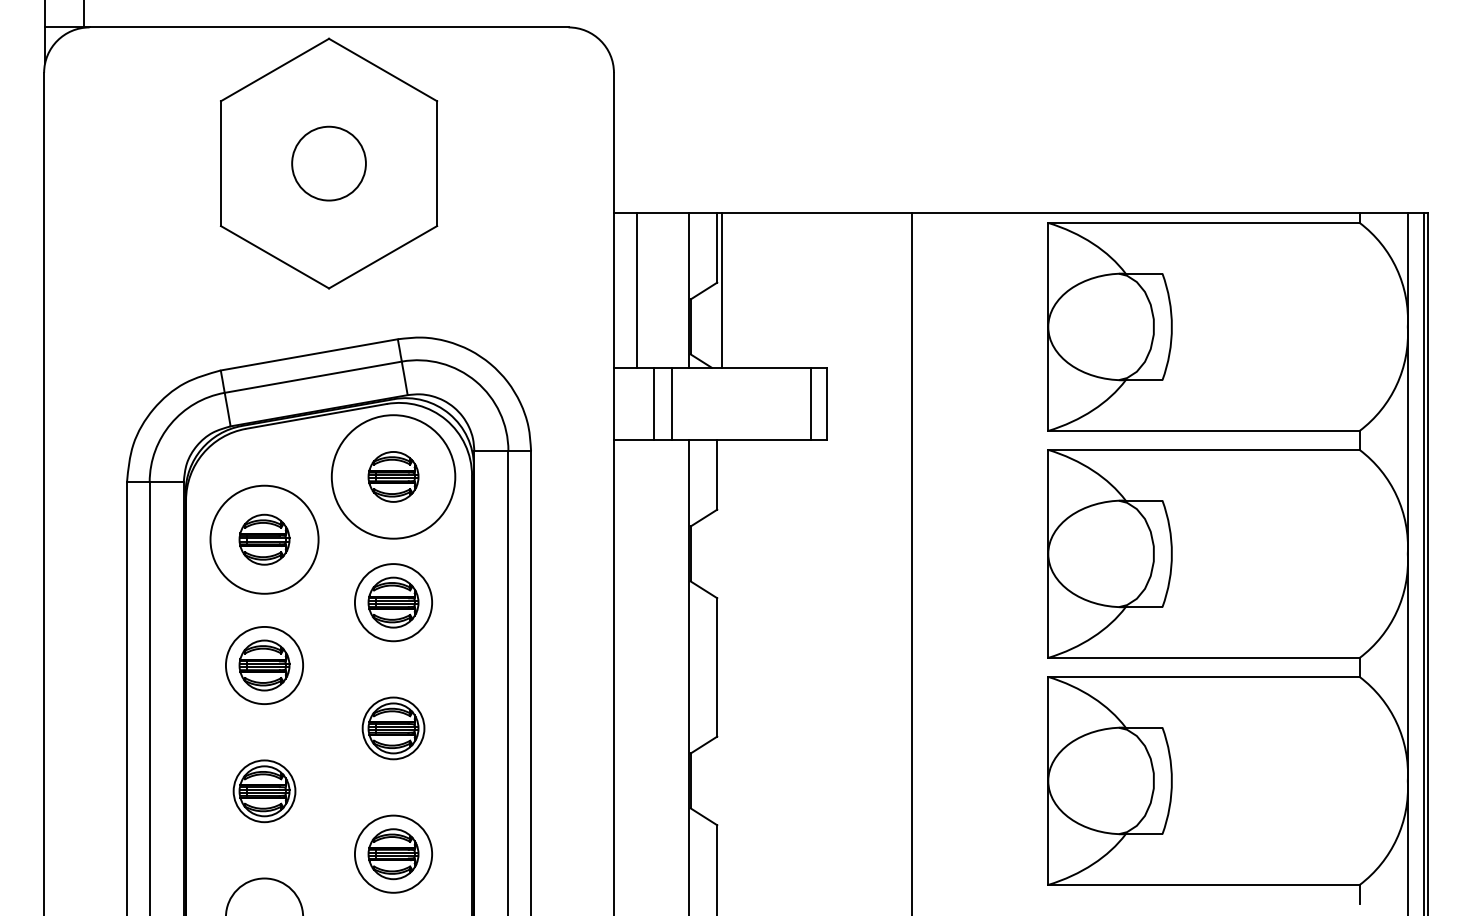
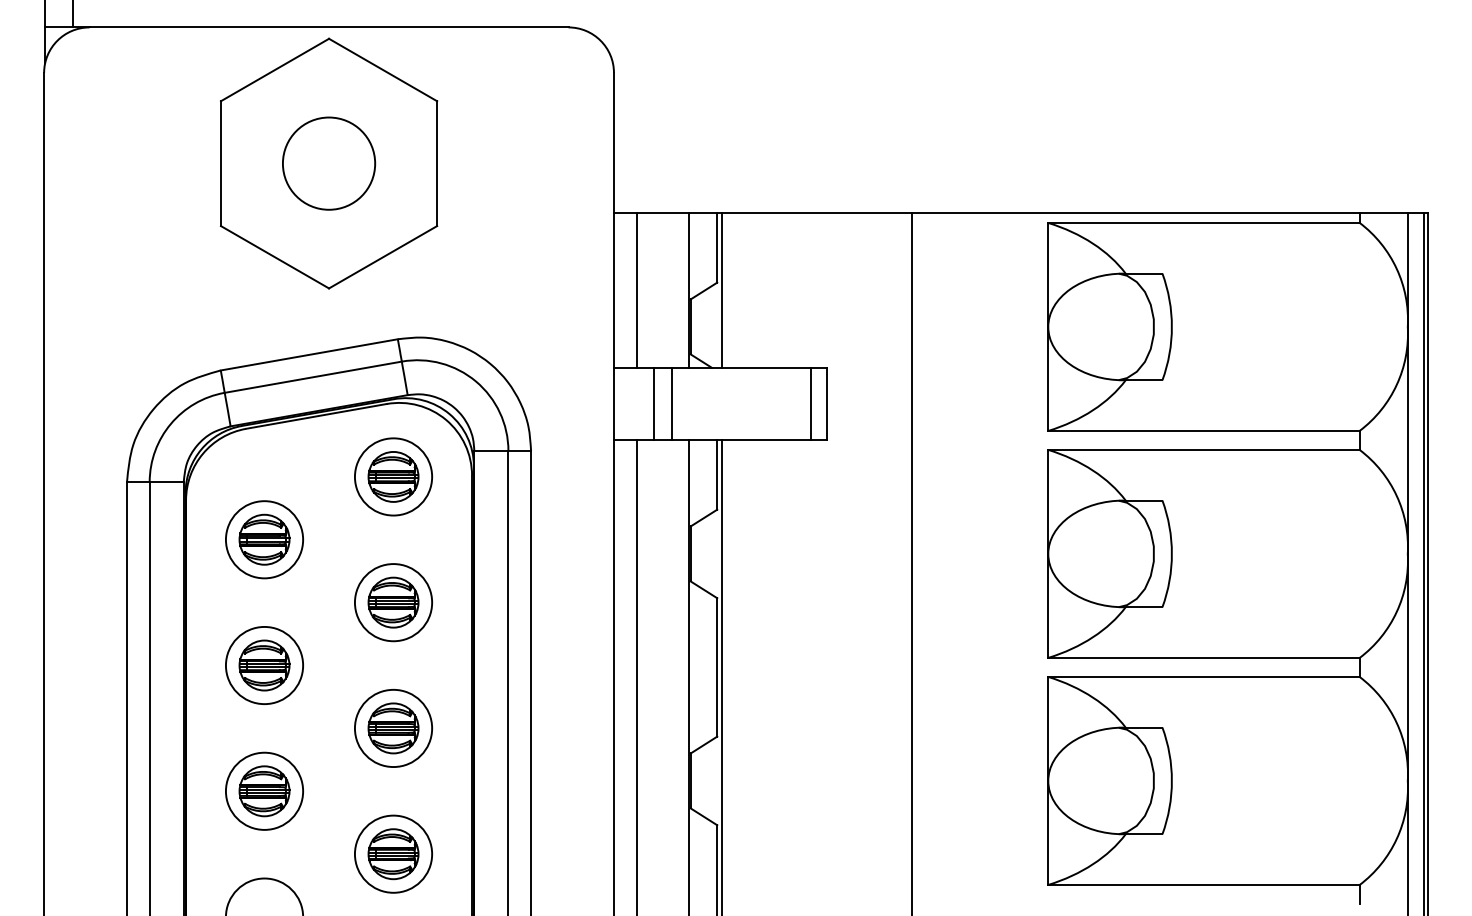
line at (84, 14) position: (84, 14) -> (73, 14)
circle at (328, 163) diameter: 74 px -> 92 px
circle at (393, 476) diameter: 124 px -> 77 px
circle at (264, 539) diameter: 108 px -> 77 px
line at (636, 676): none -> present
line at (722, 676): none -> present
circle at (393, 728) diameter: 62 px -> 77 px
circle at (264, 791) diameter: 62 px -> 77 px
